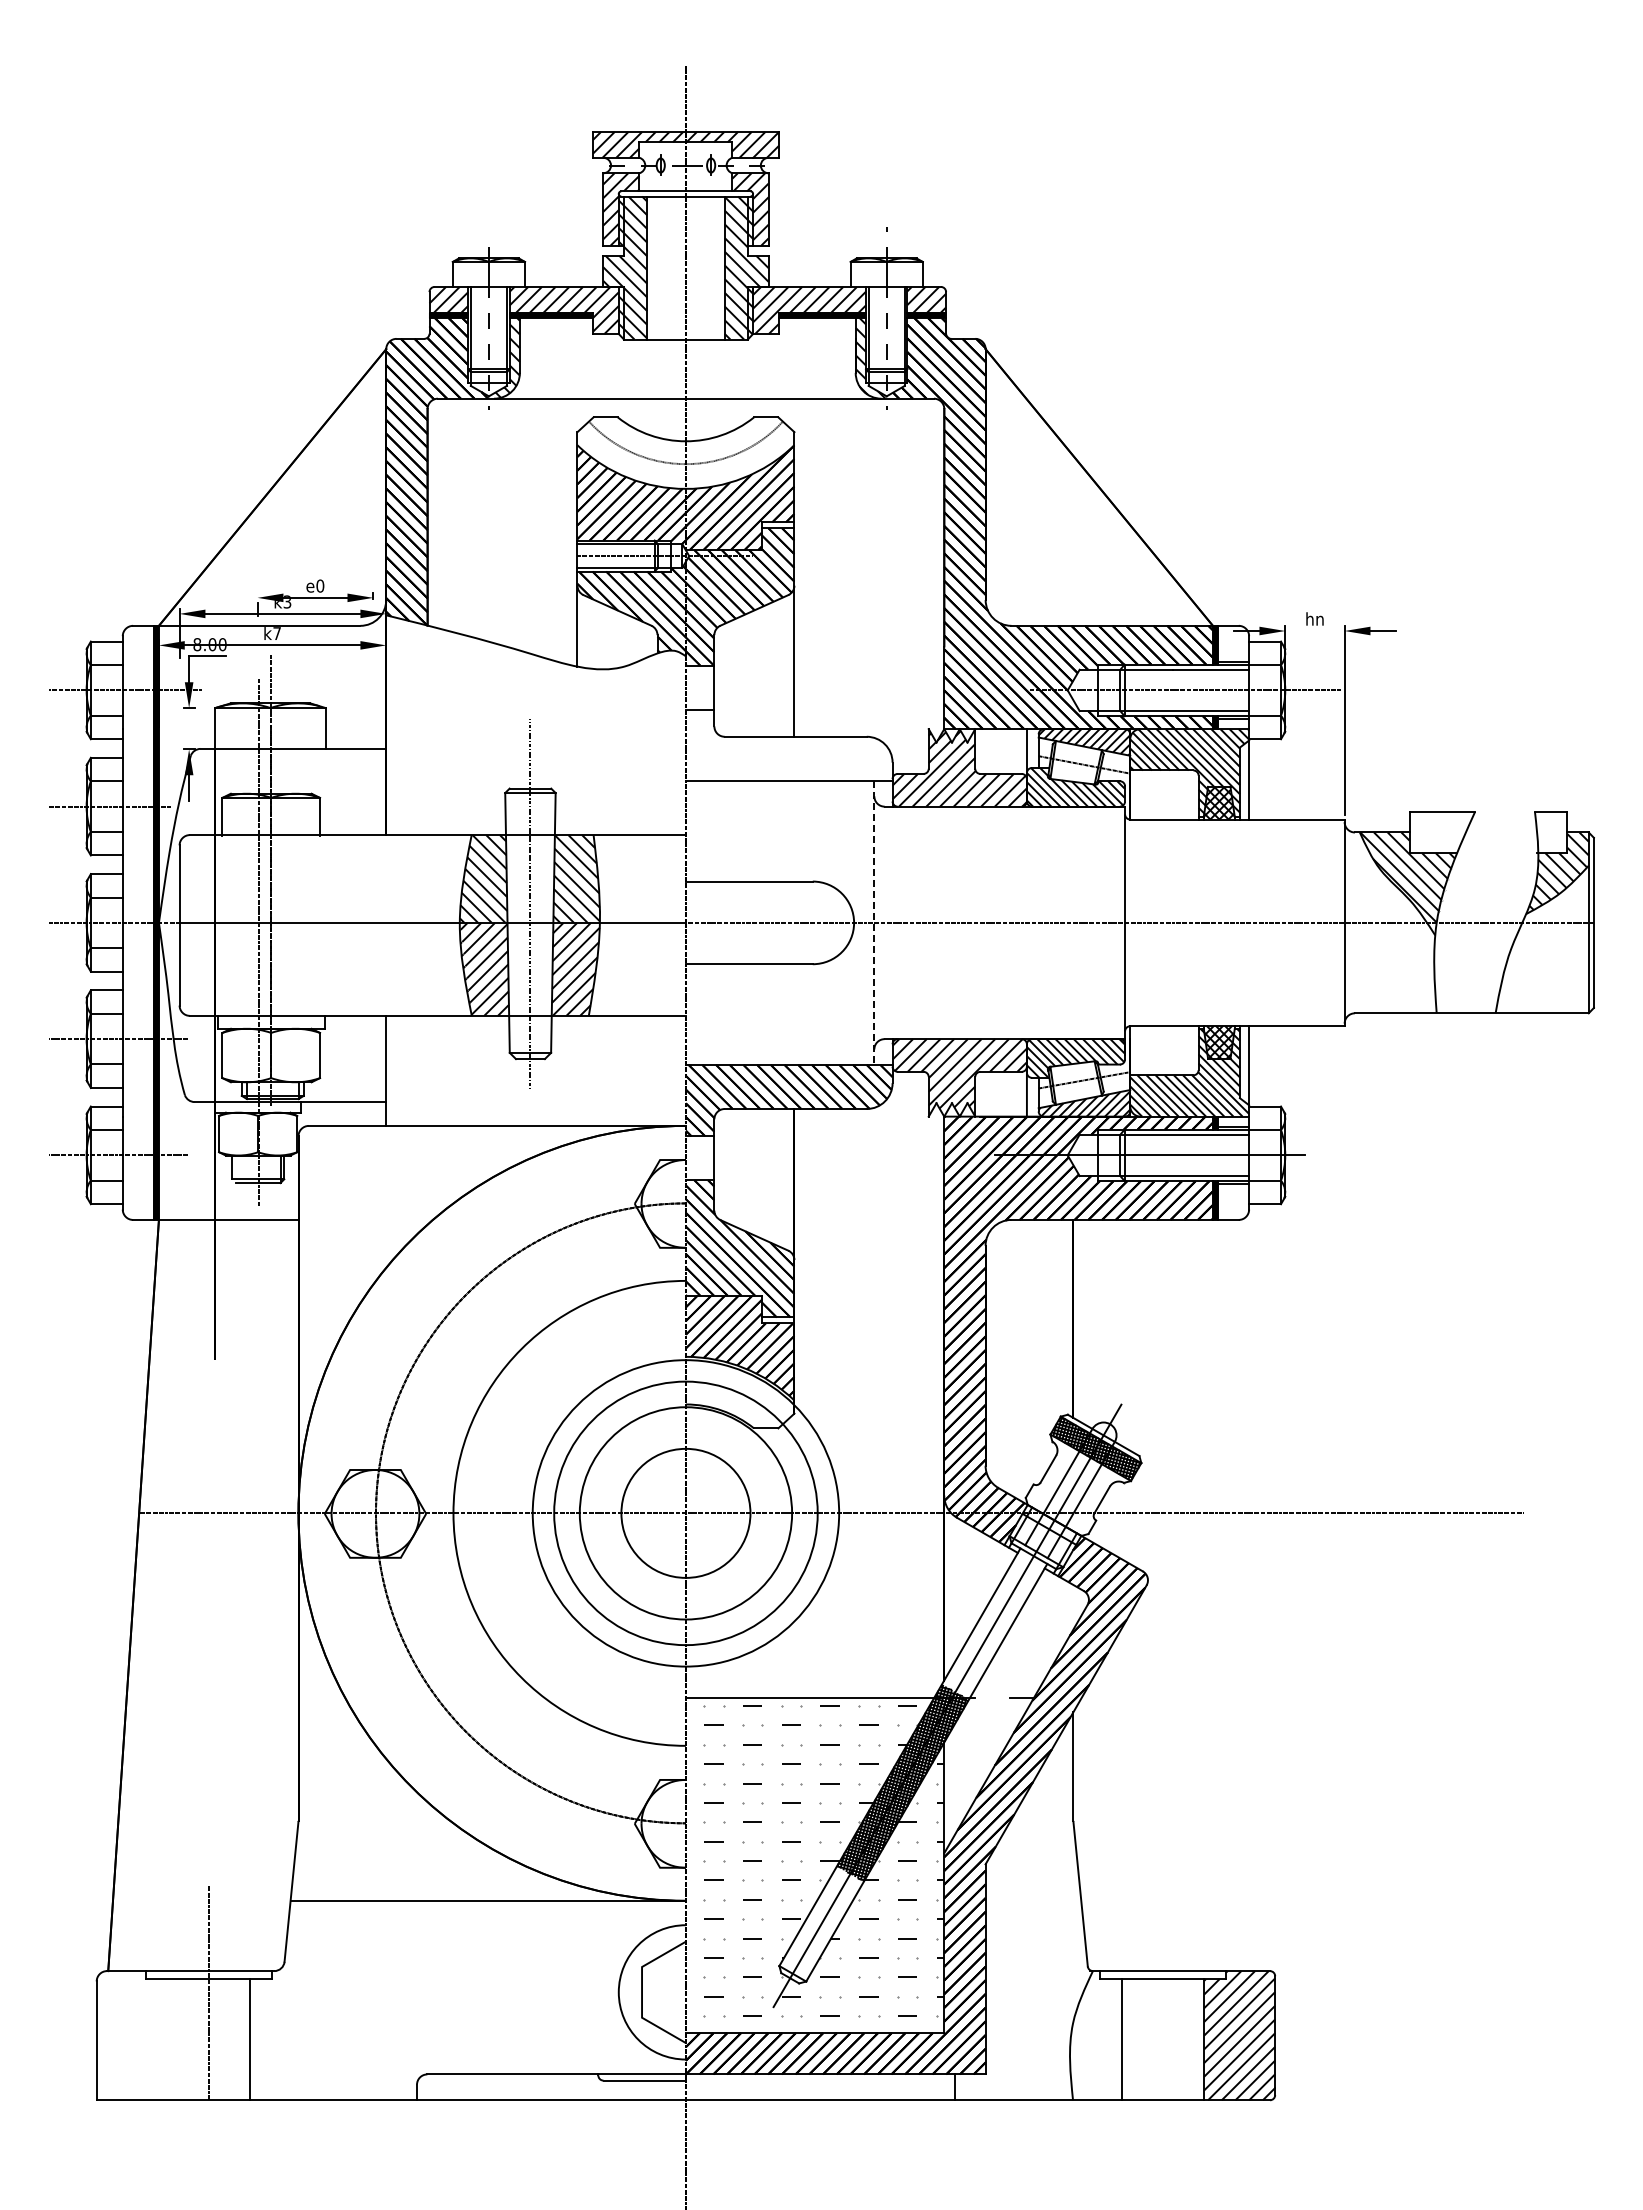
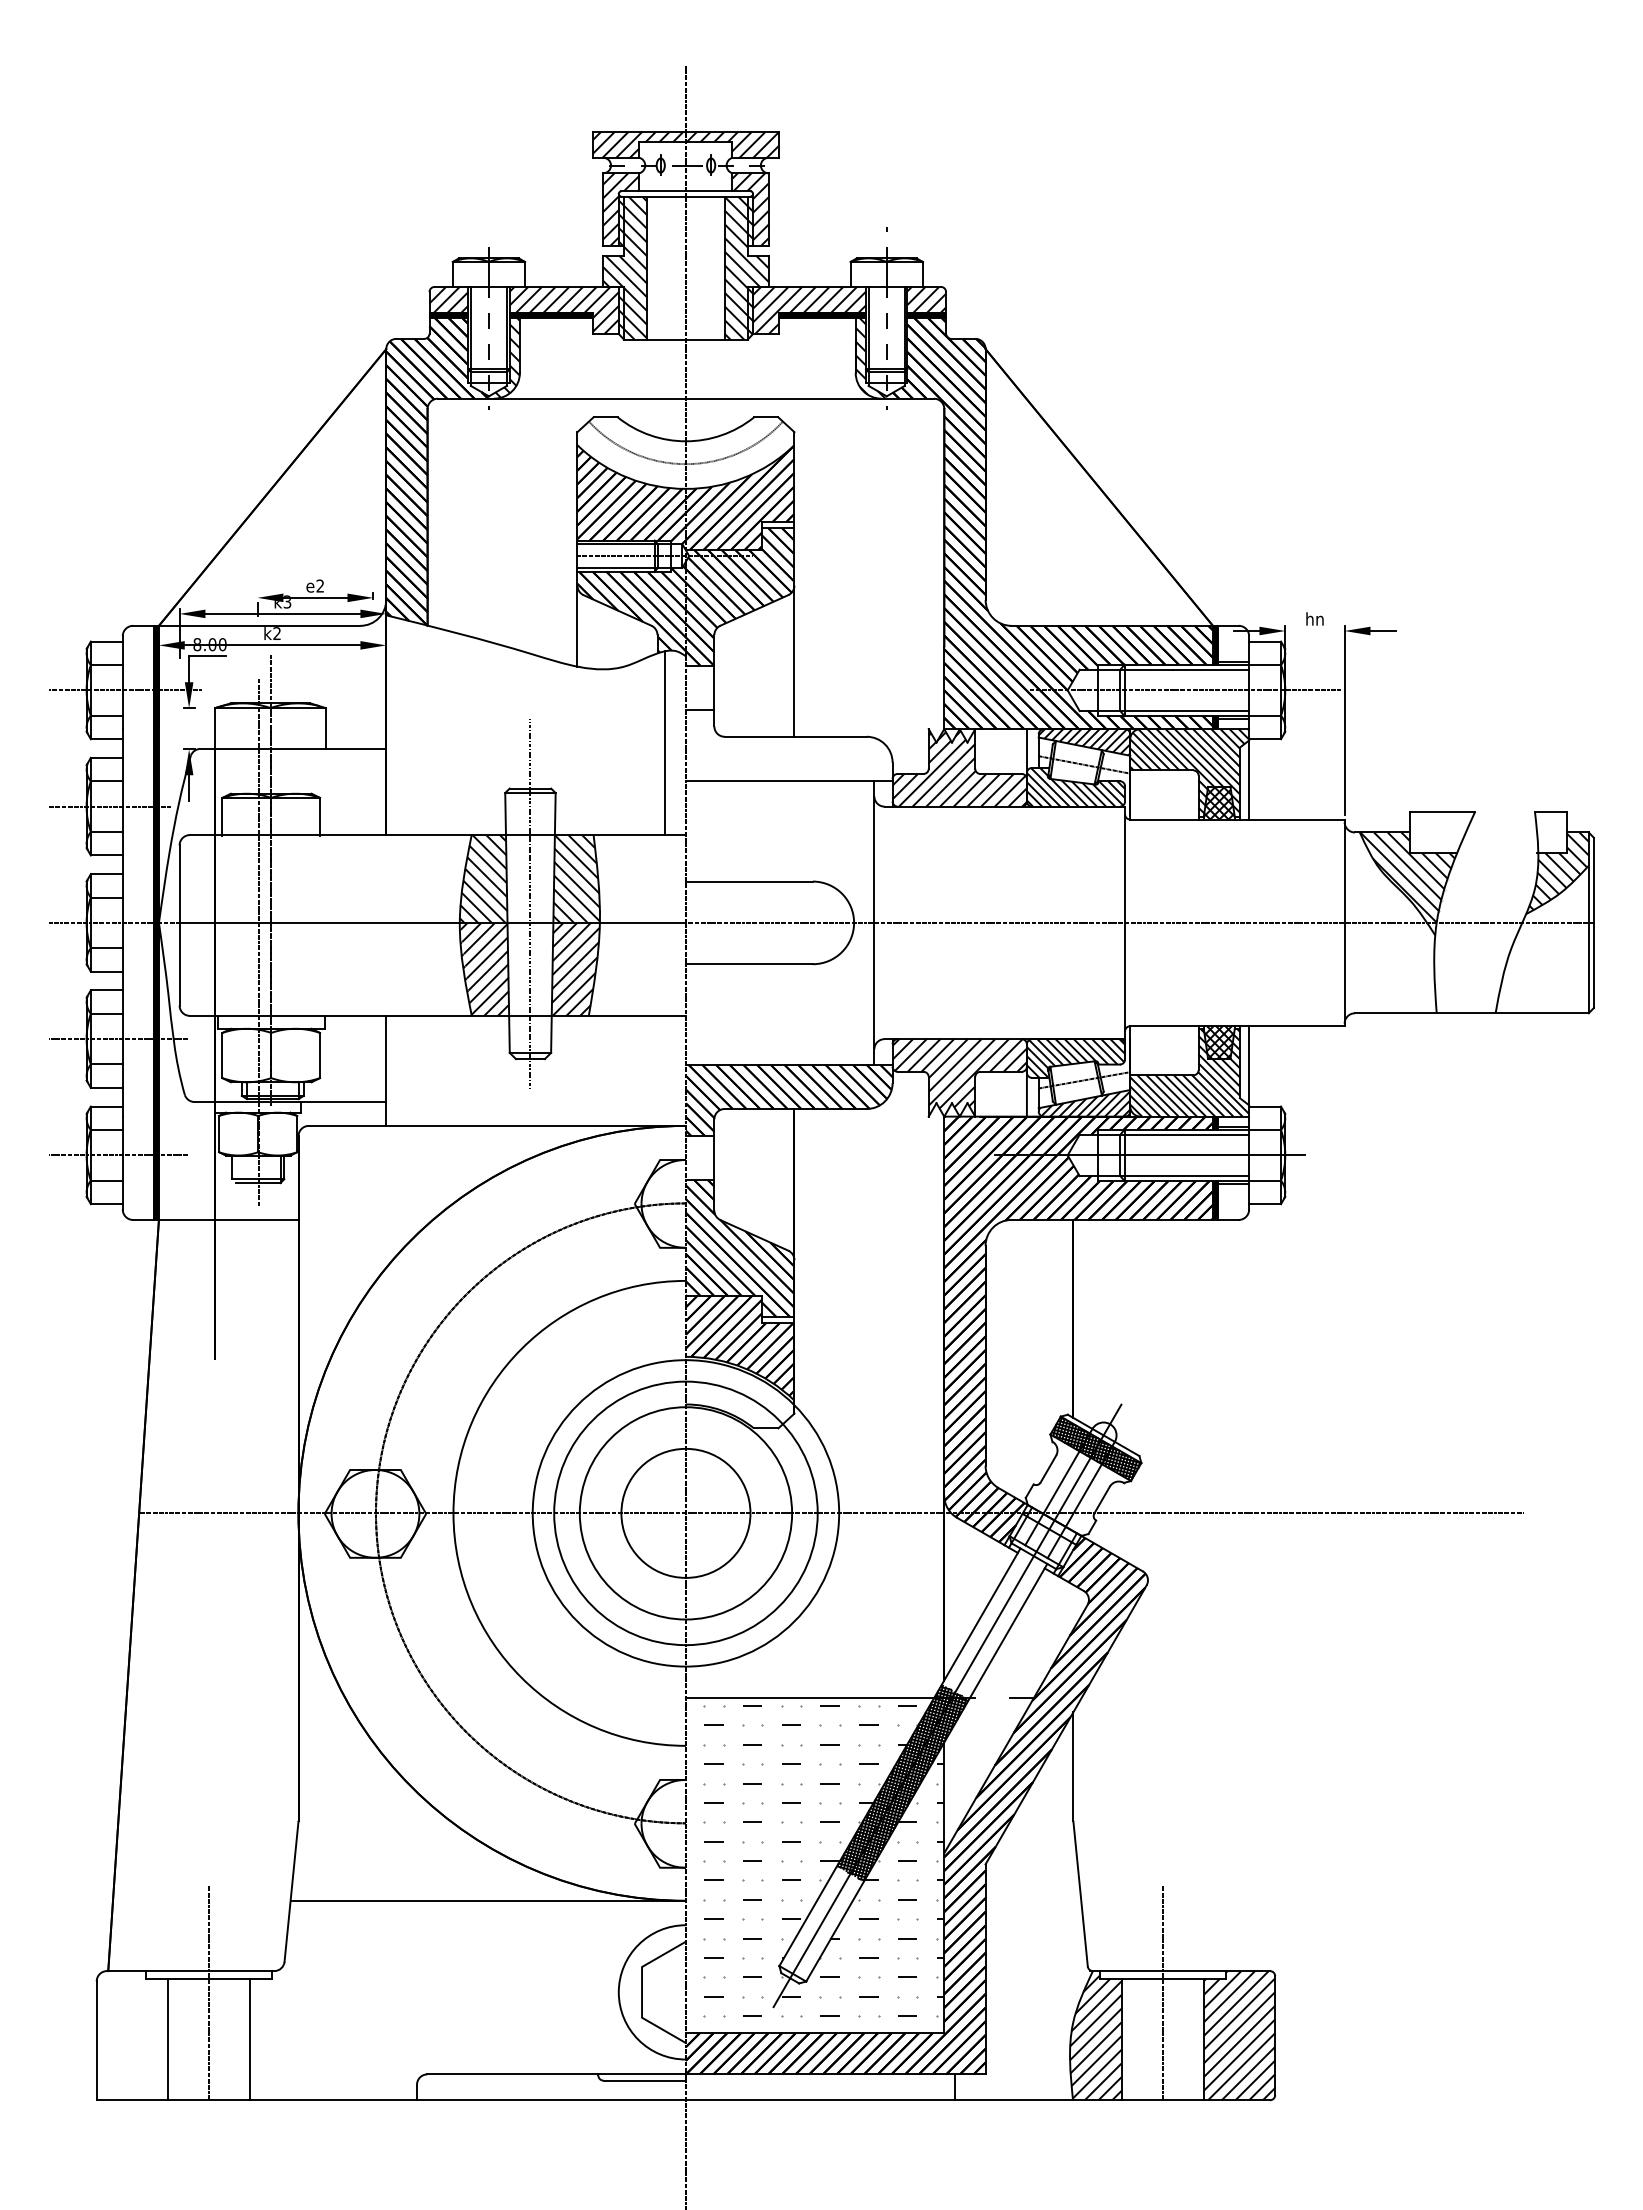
text at (320, 585): e0 -> e2
text at (276, 633): k7 -> k2
line at (665, 743): none -> present
line at (874, 923): dashed -> solid
line at (1162, 1993): none -> present
hatch at (1095, 2037): none -> present
line at (167, 2039): none -> present
